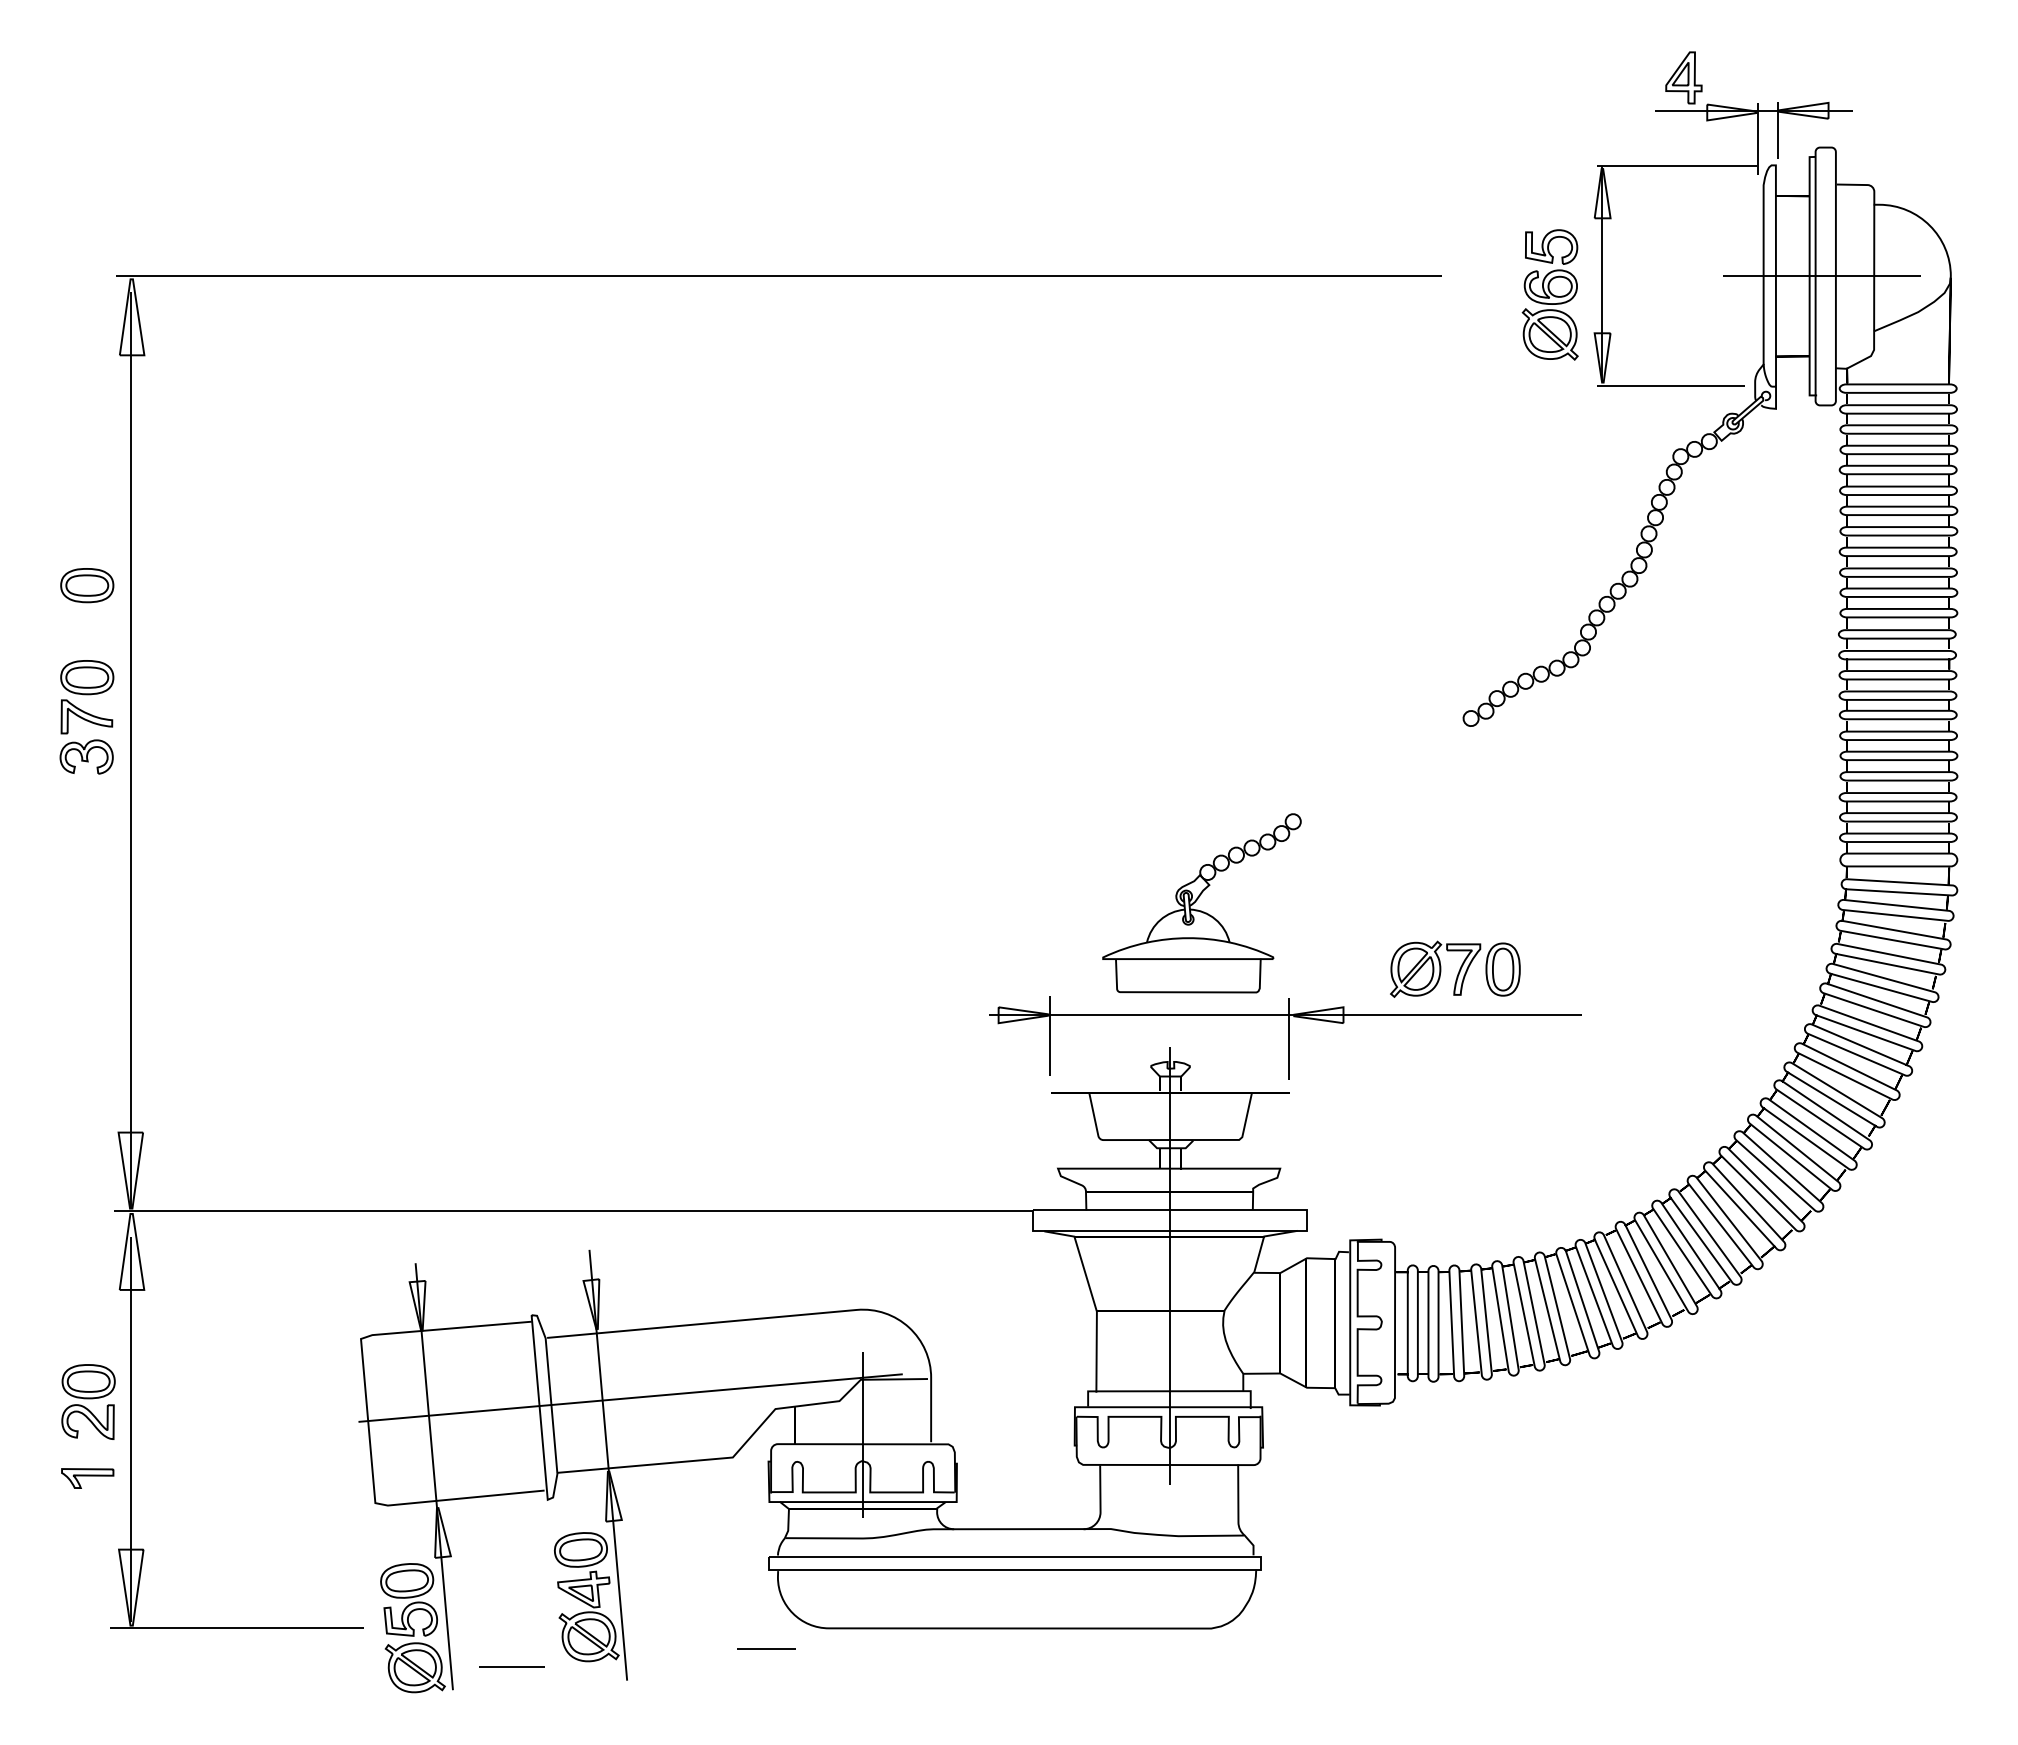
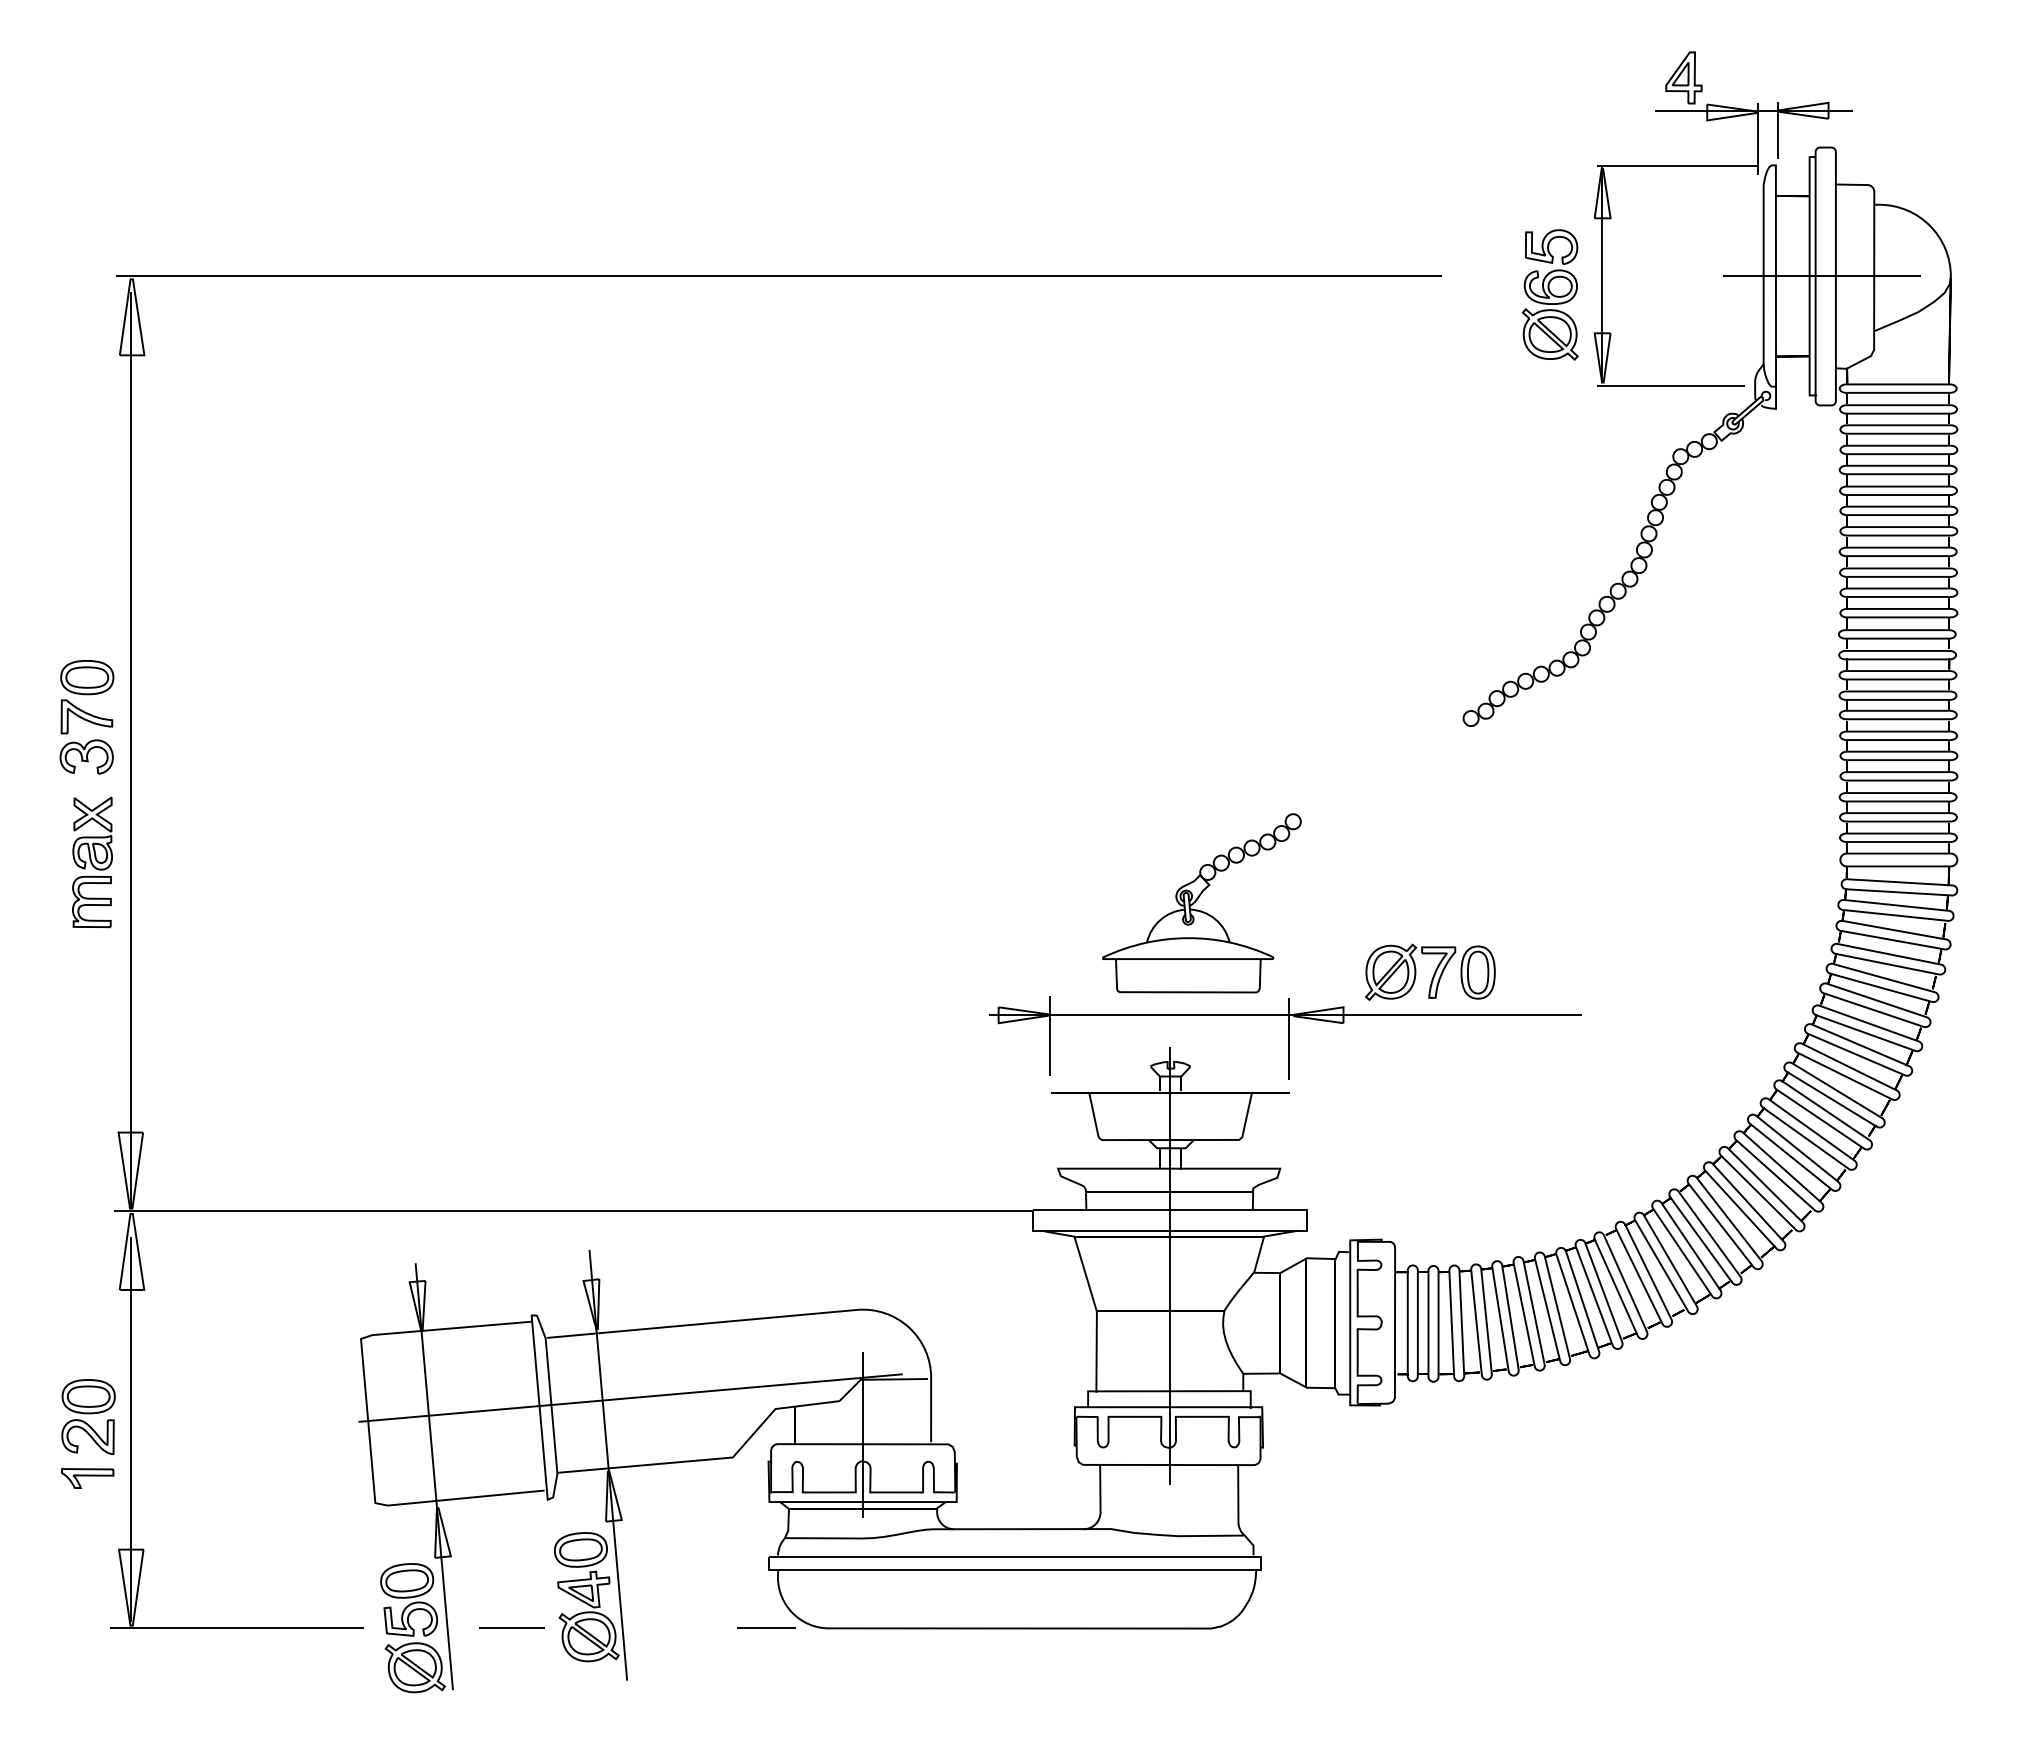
part at (87, 585): present -> none
part at (92, 862): none -> present
part at (1455, 968) position: (1455, 968) -> (1430, 971)
part at (88, 1401) position: (88, 1401) -> (88, 1416)
line at (766, 1648) position: (766, 1648) -> (766, 1627)
line at (511, 1666) position: (511, 1666) -> (511, 1627)
